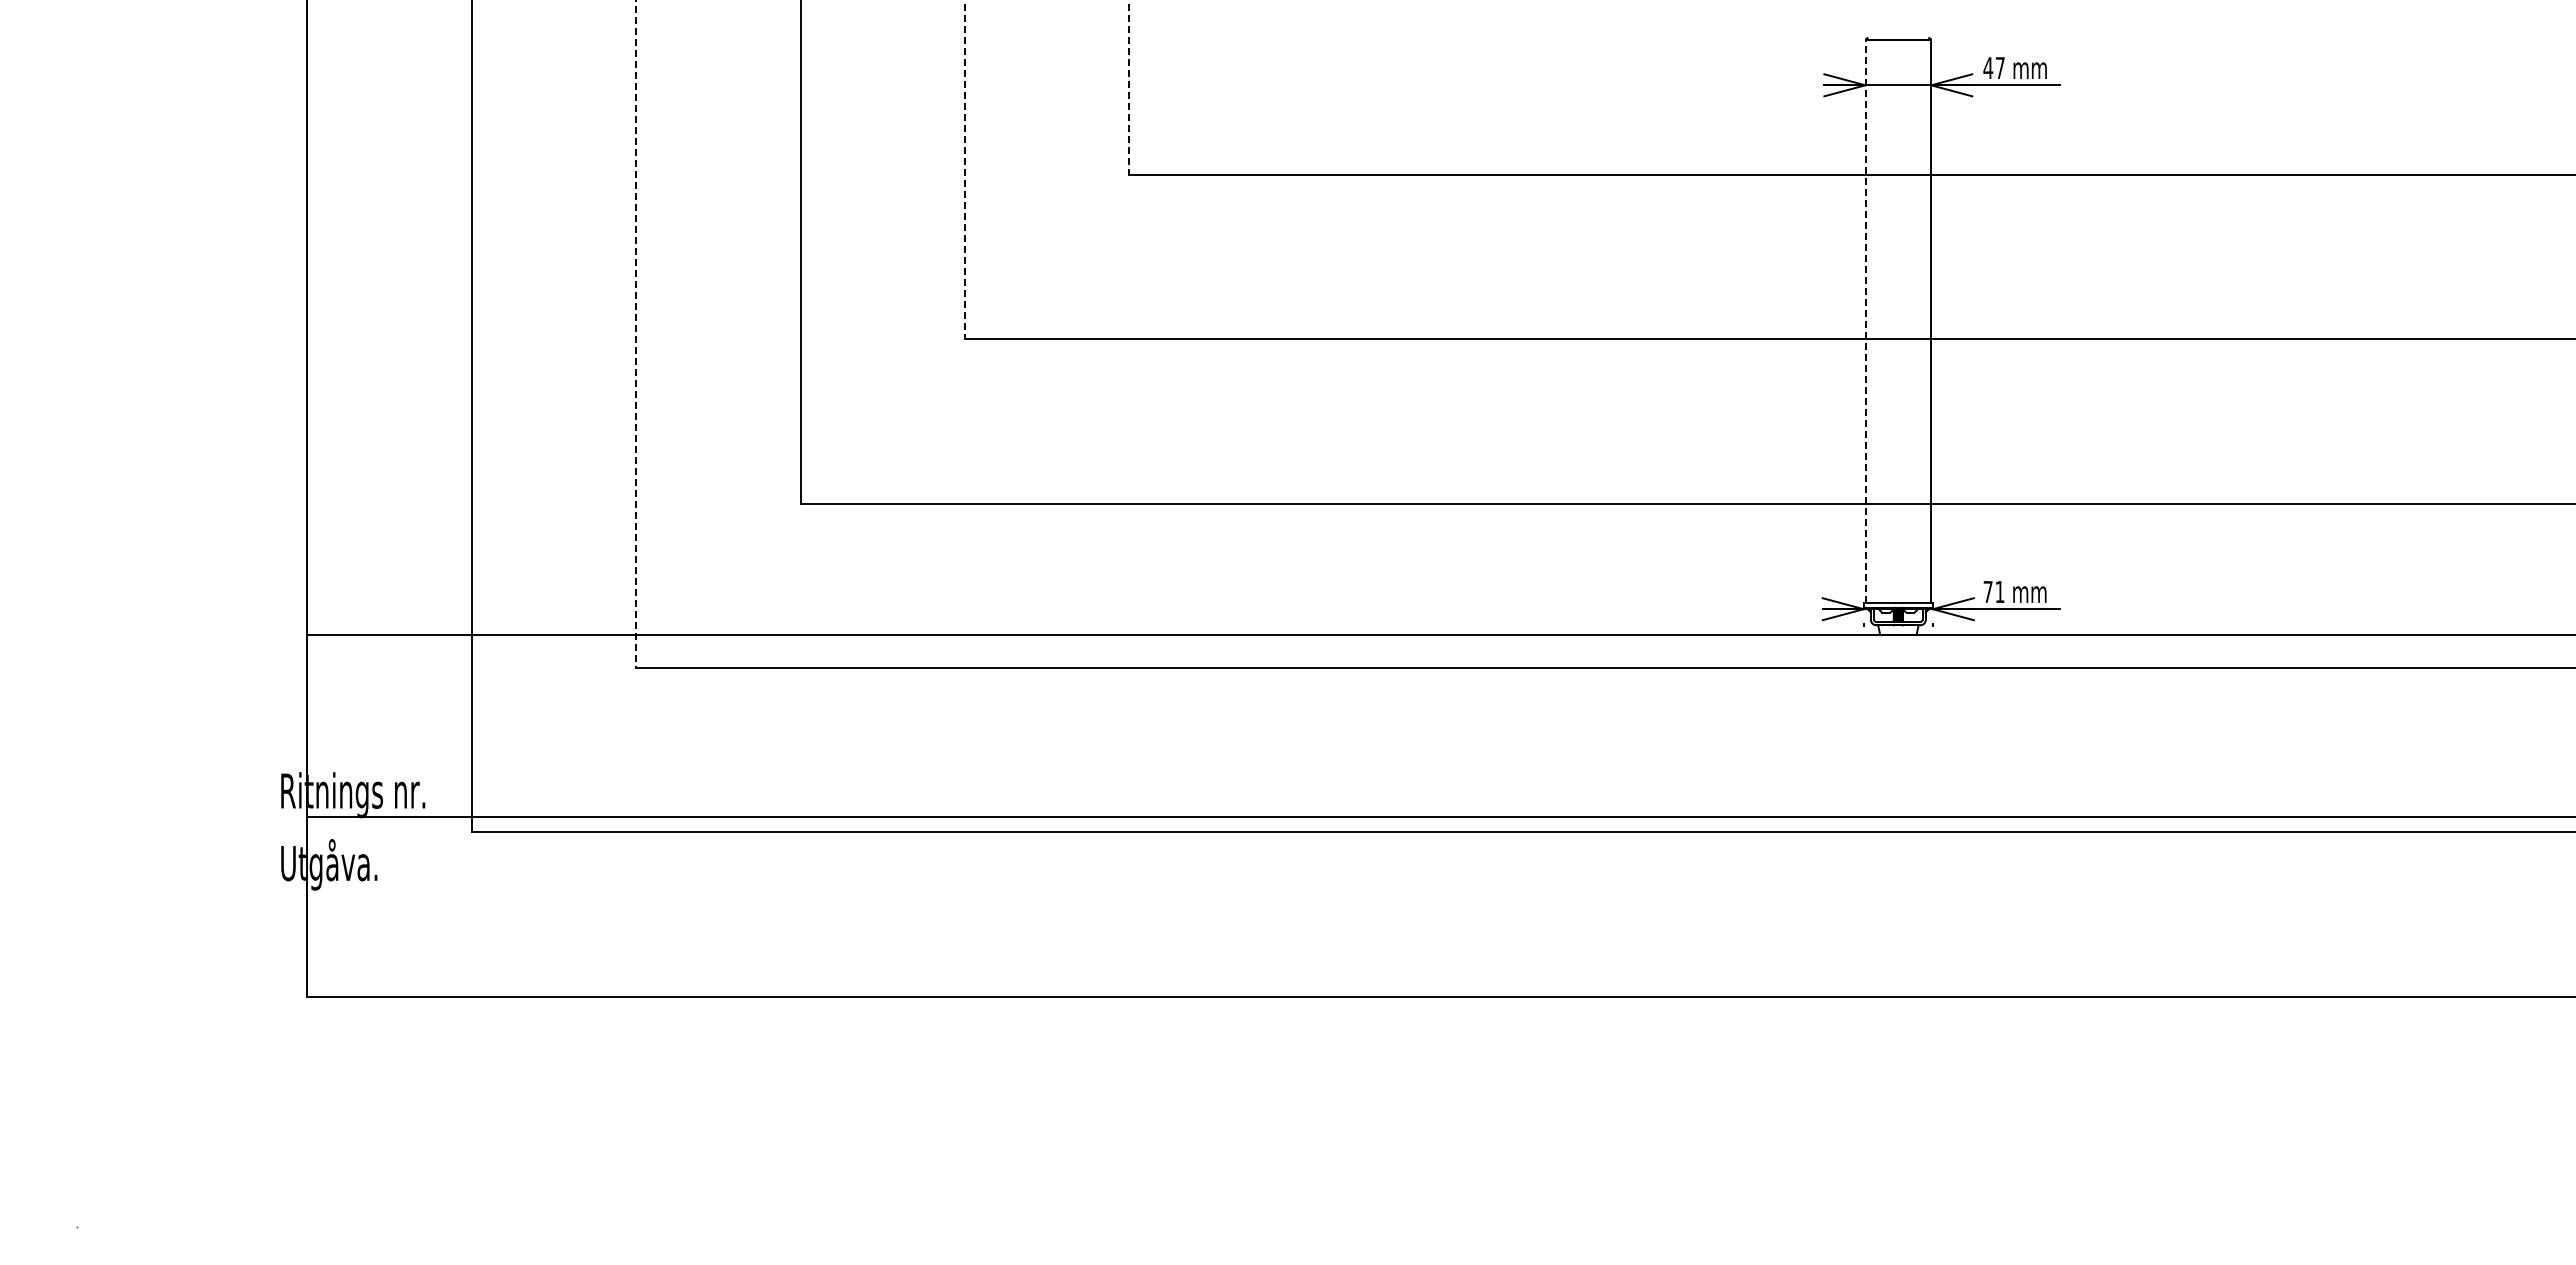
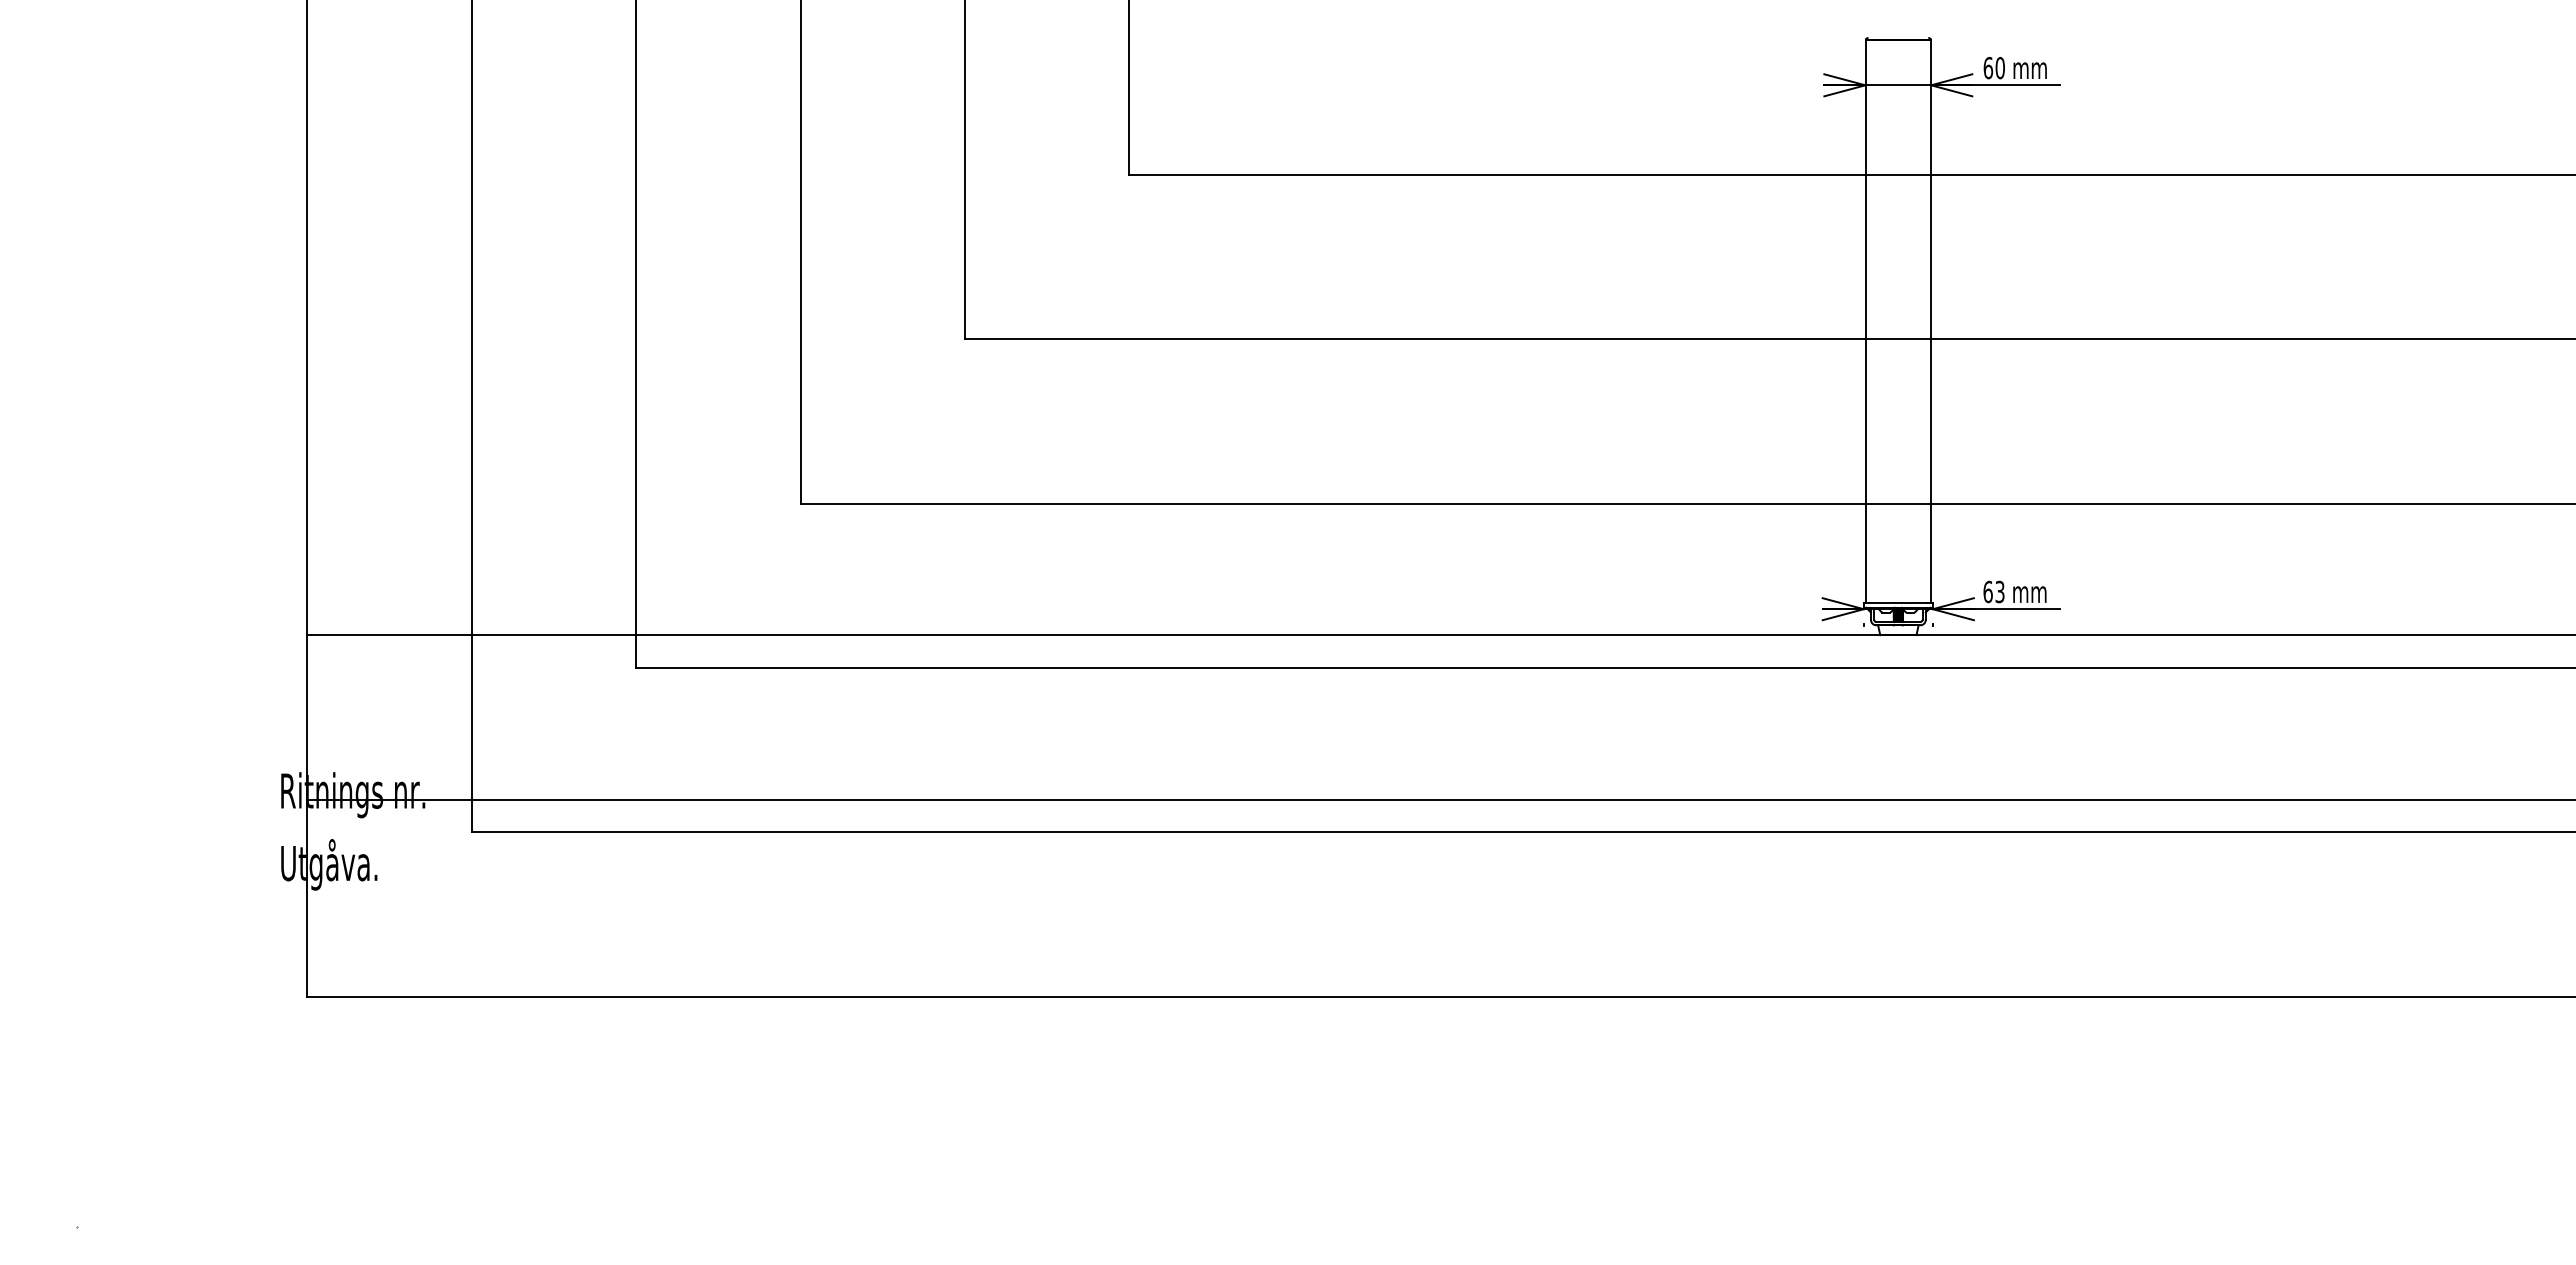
text at (1993, 67): 47 -> 60
line at (1129, 87): dashed -> solid
line at (965, 170): dashed -> solid
line at (1865, 321): dashed -> solid
line at (636, 334): dashed -> solid
text at (1993, 591): 71 -> 63
line at (1439, 816) position: (1439, 816) -> (1439, 799)
